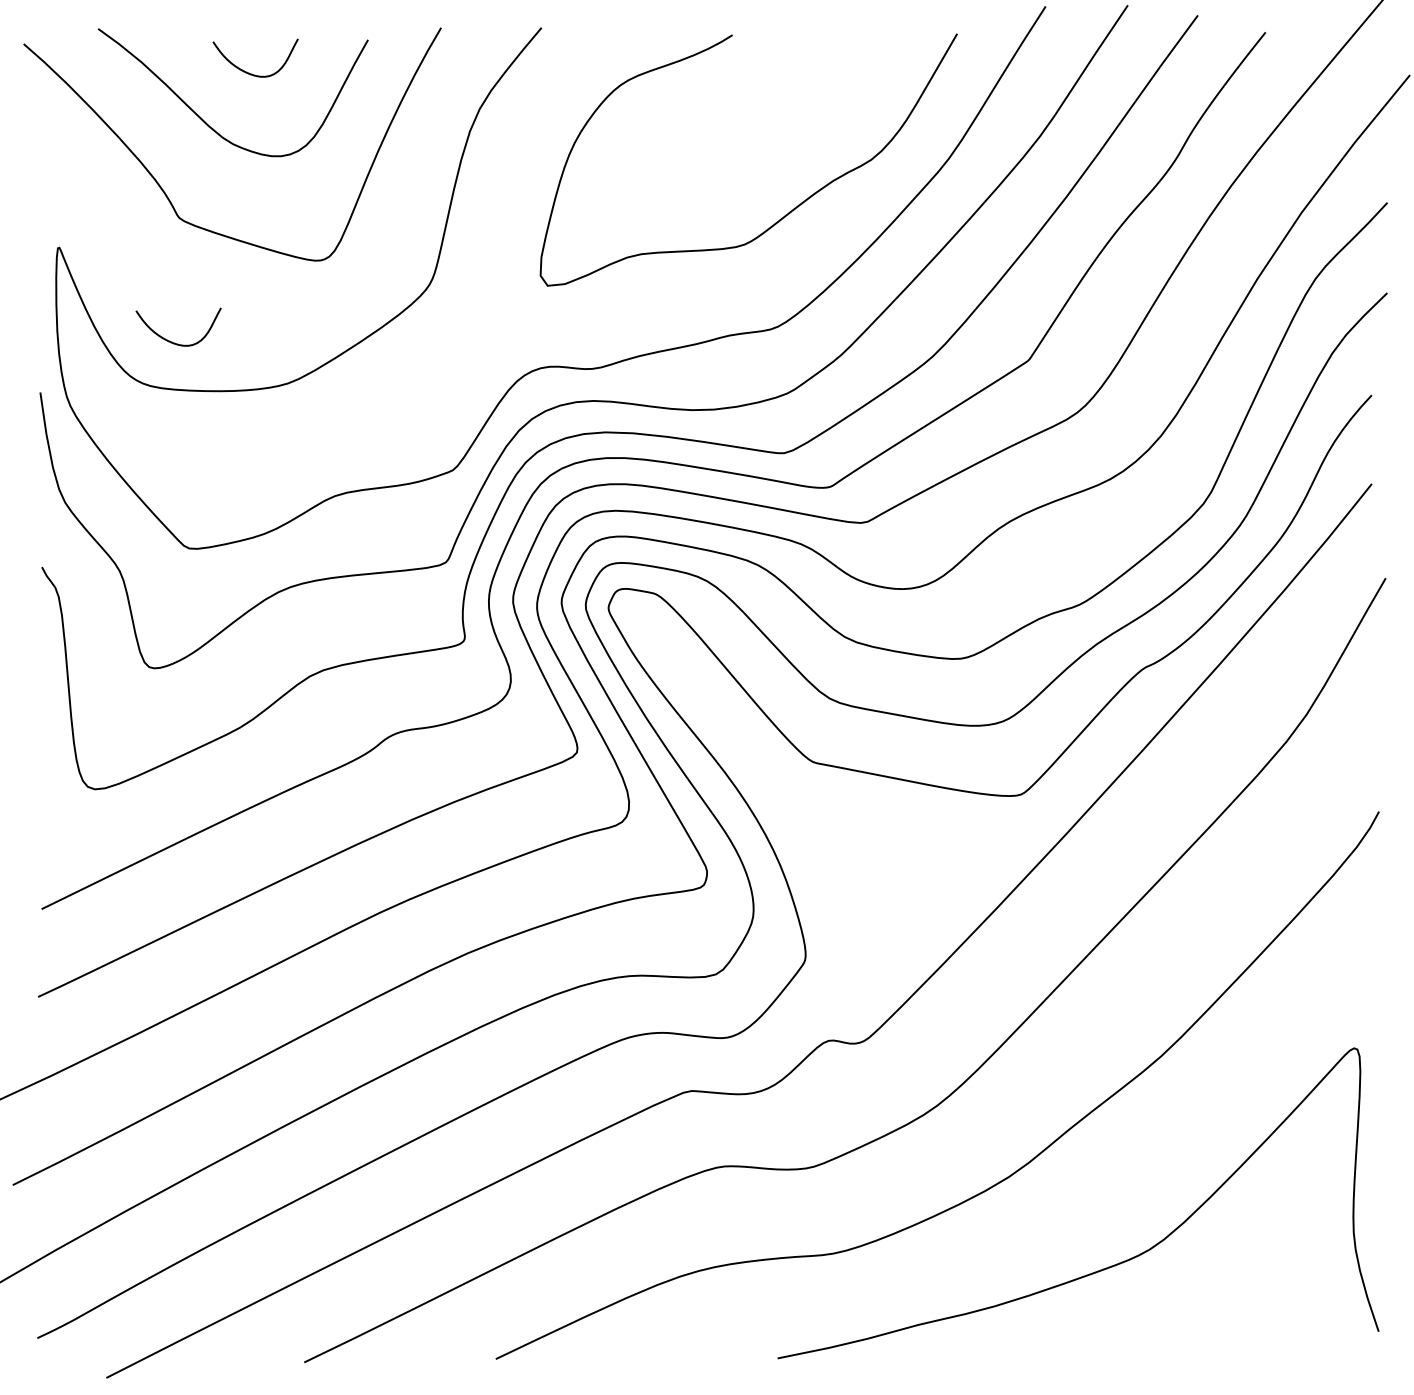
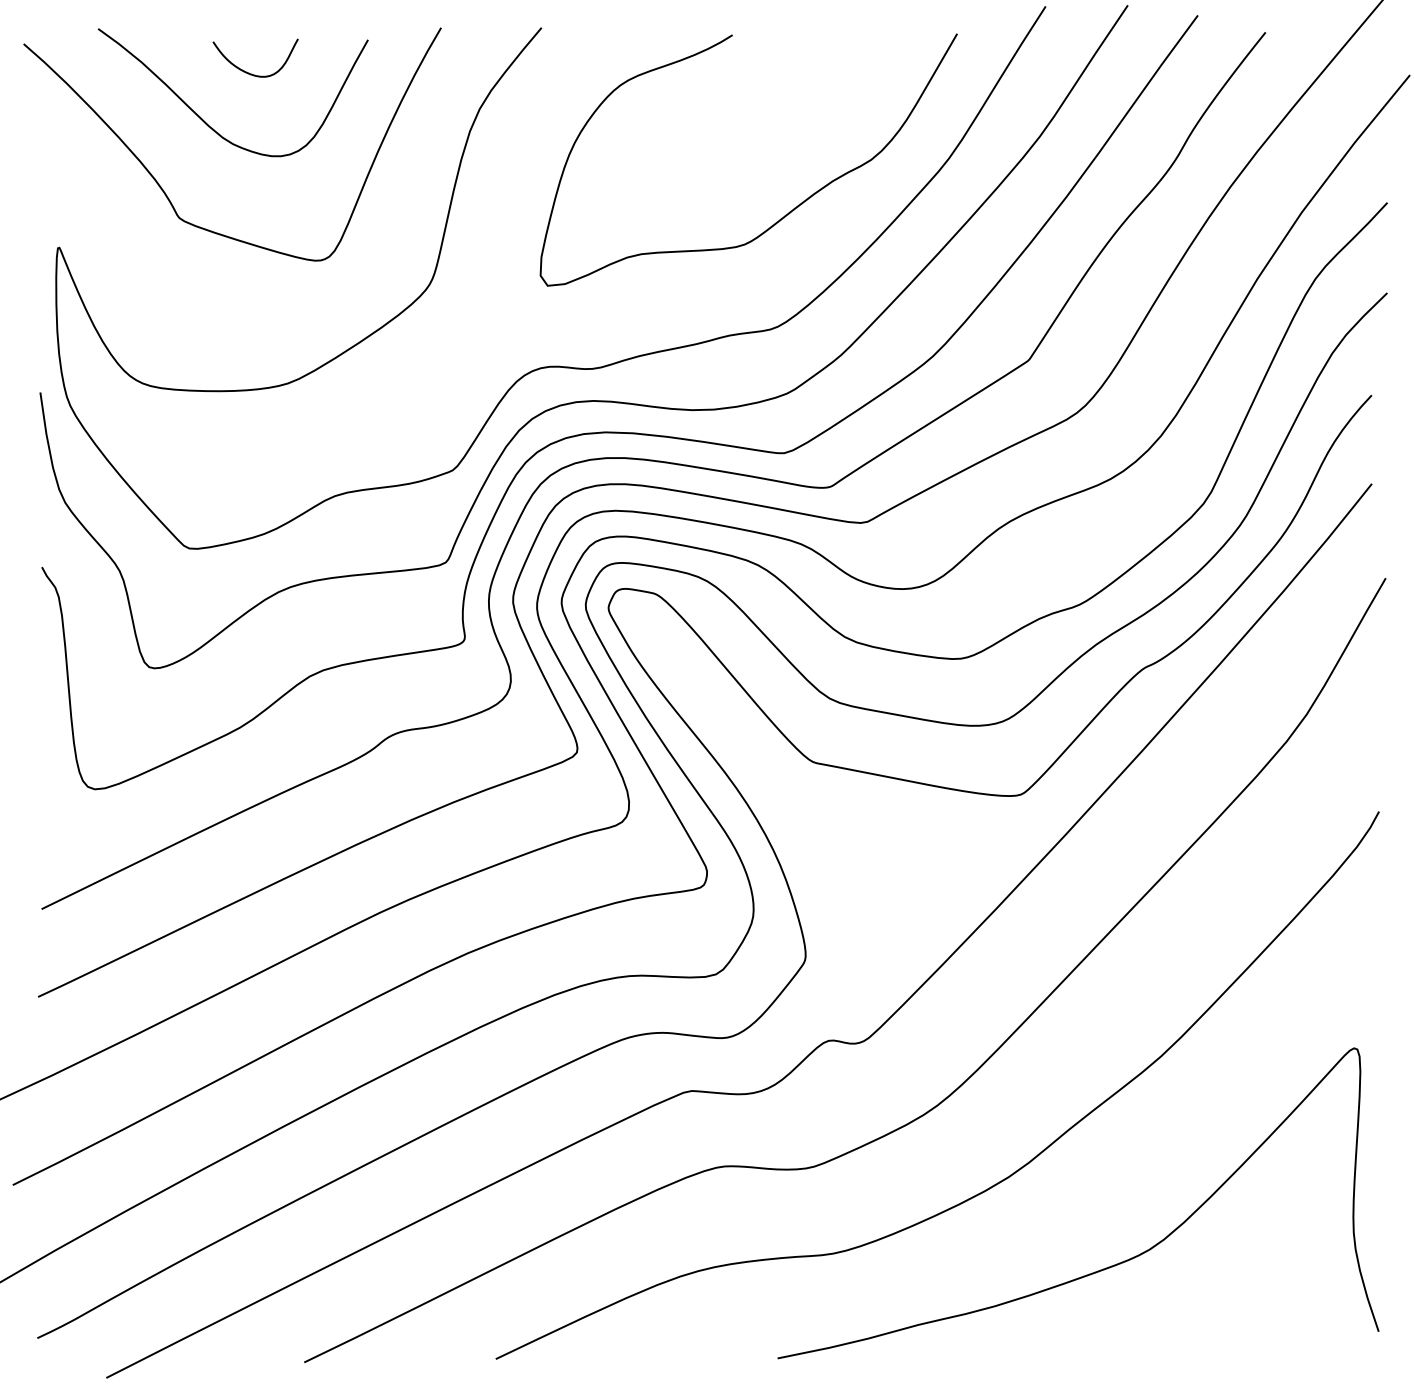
curve at (172, 341): present -> none
